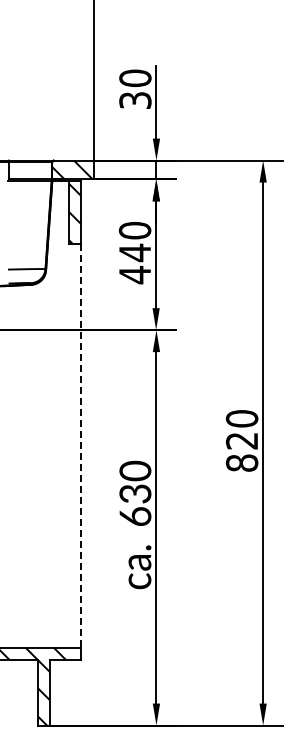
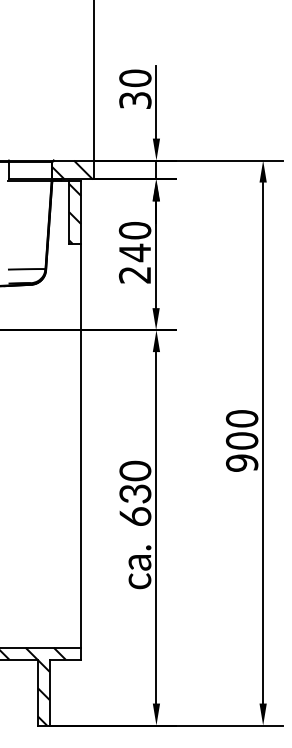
text at (134, 274): 440 -> 240
line at (81, 445): dashed -> solid
text at (242, 451): 820 -> 900
